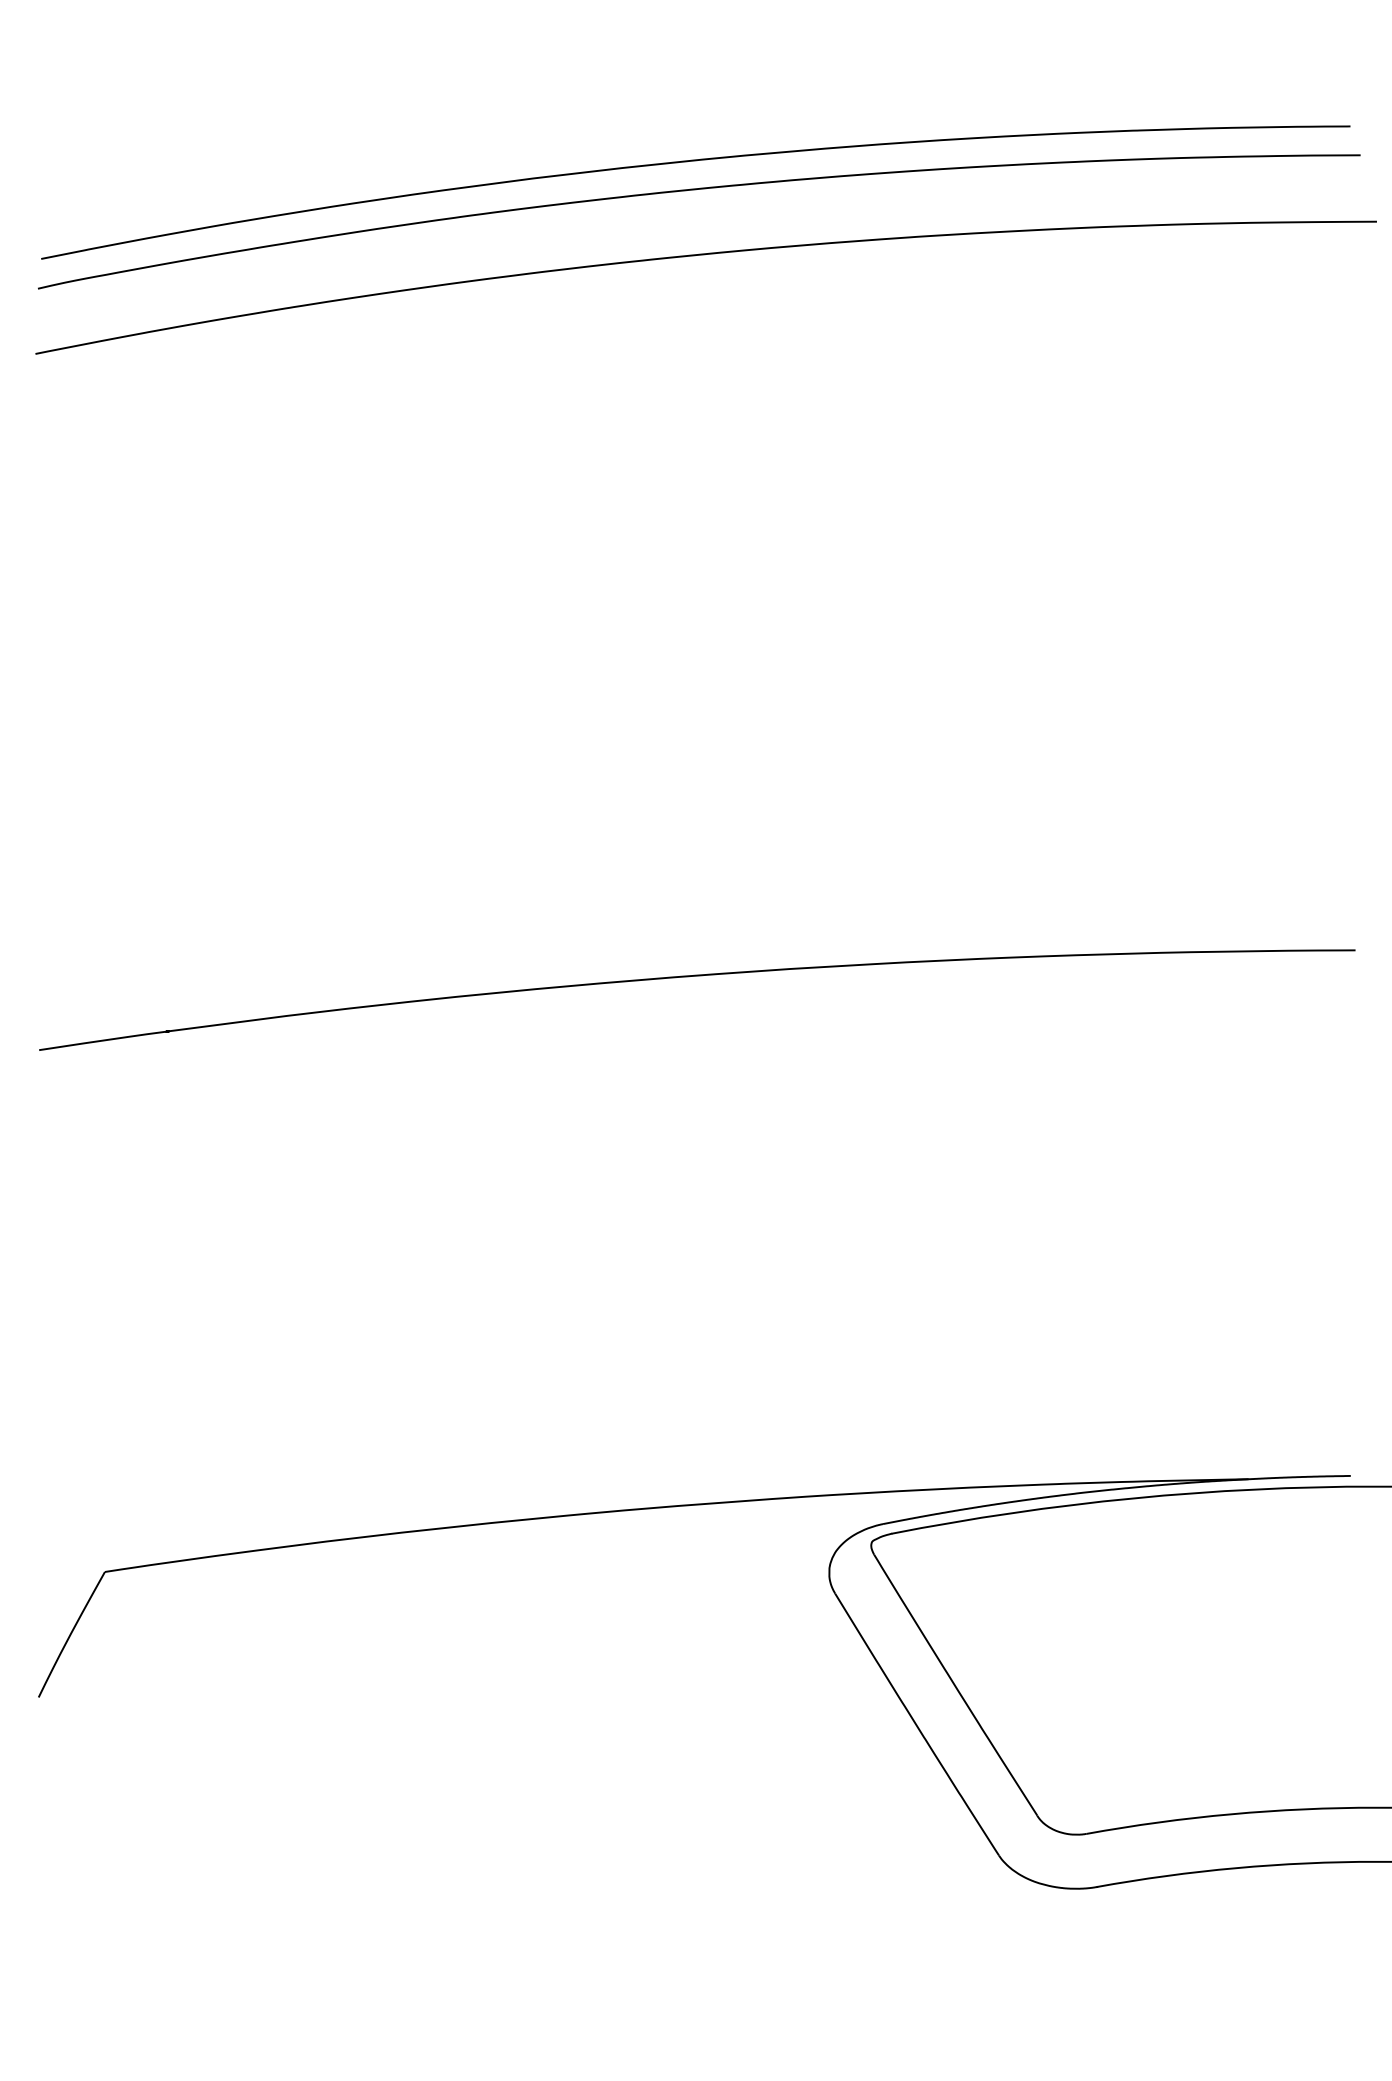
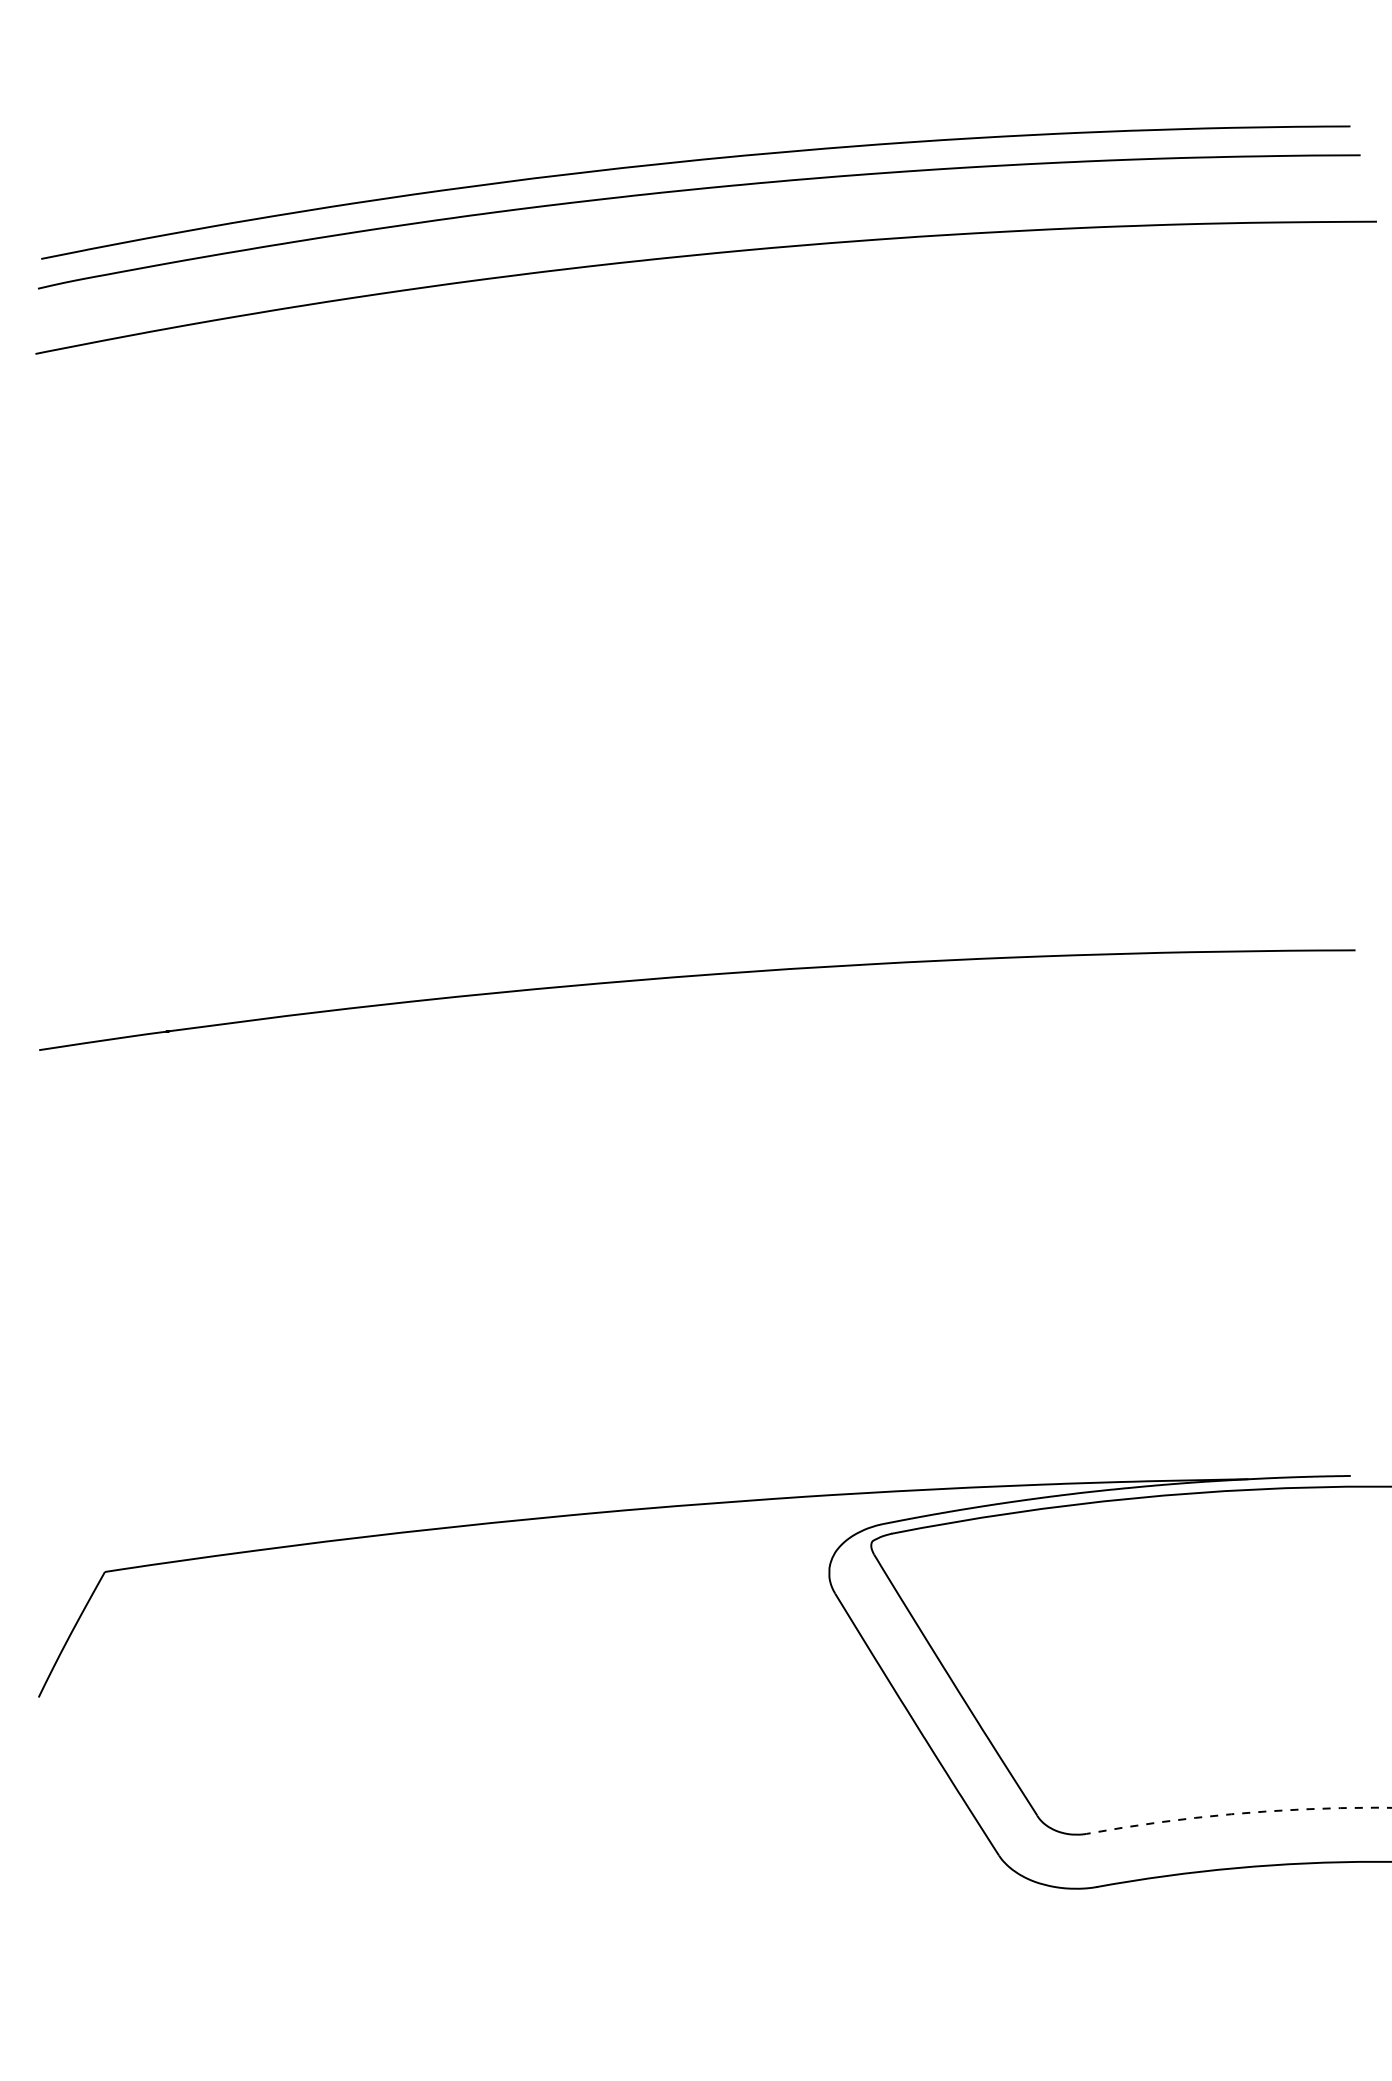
arc at (1238, 1813): solid -> dashed
